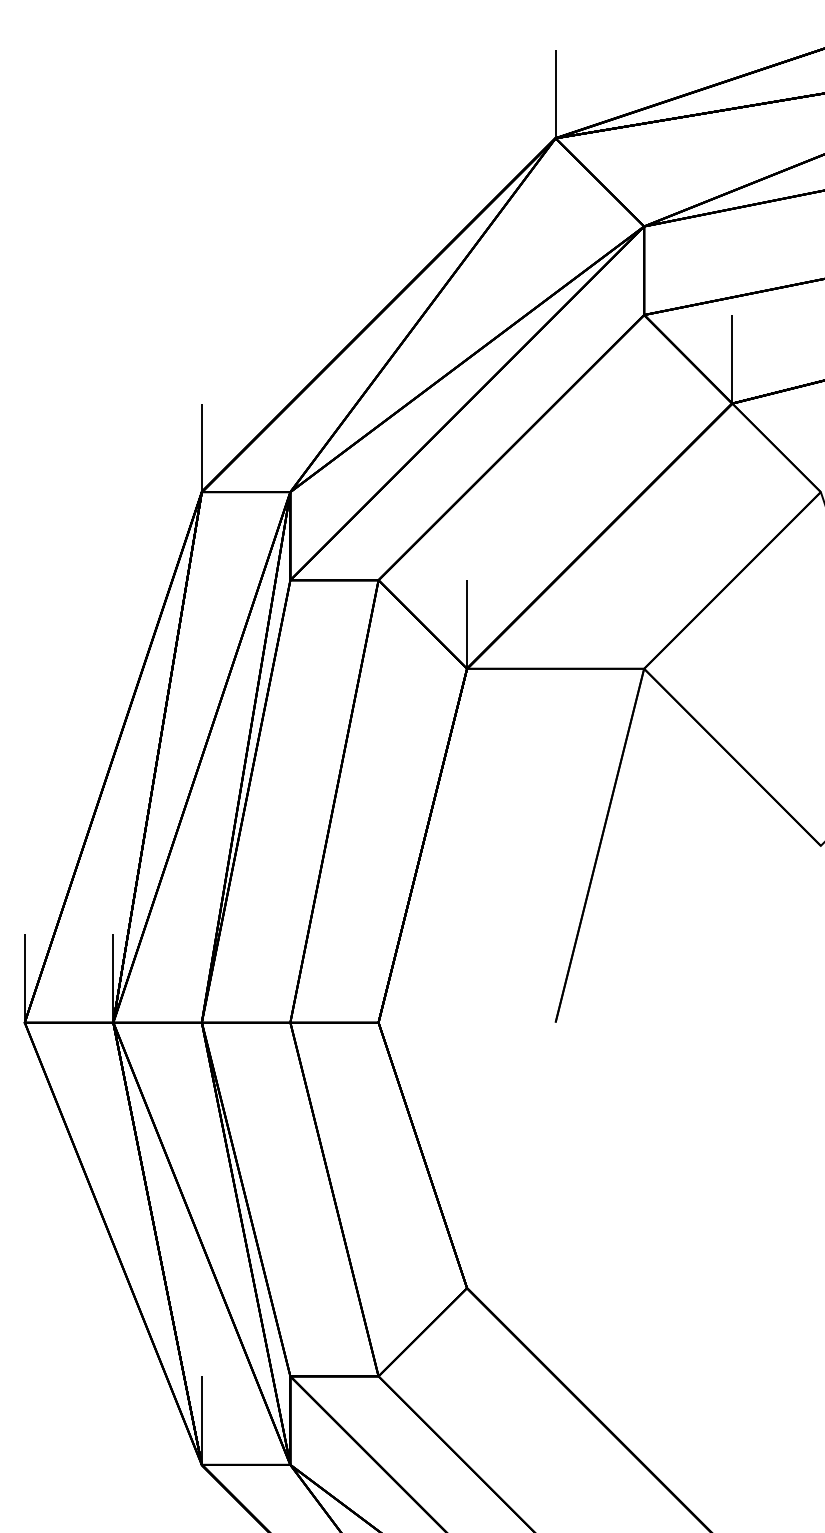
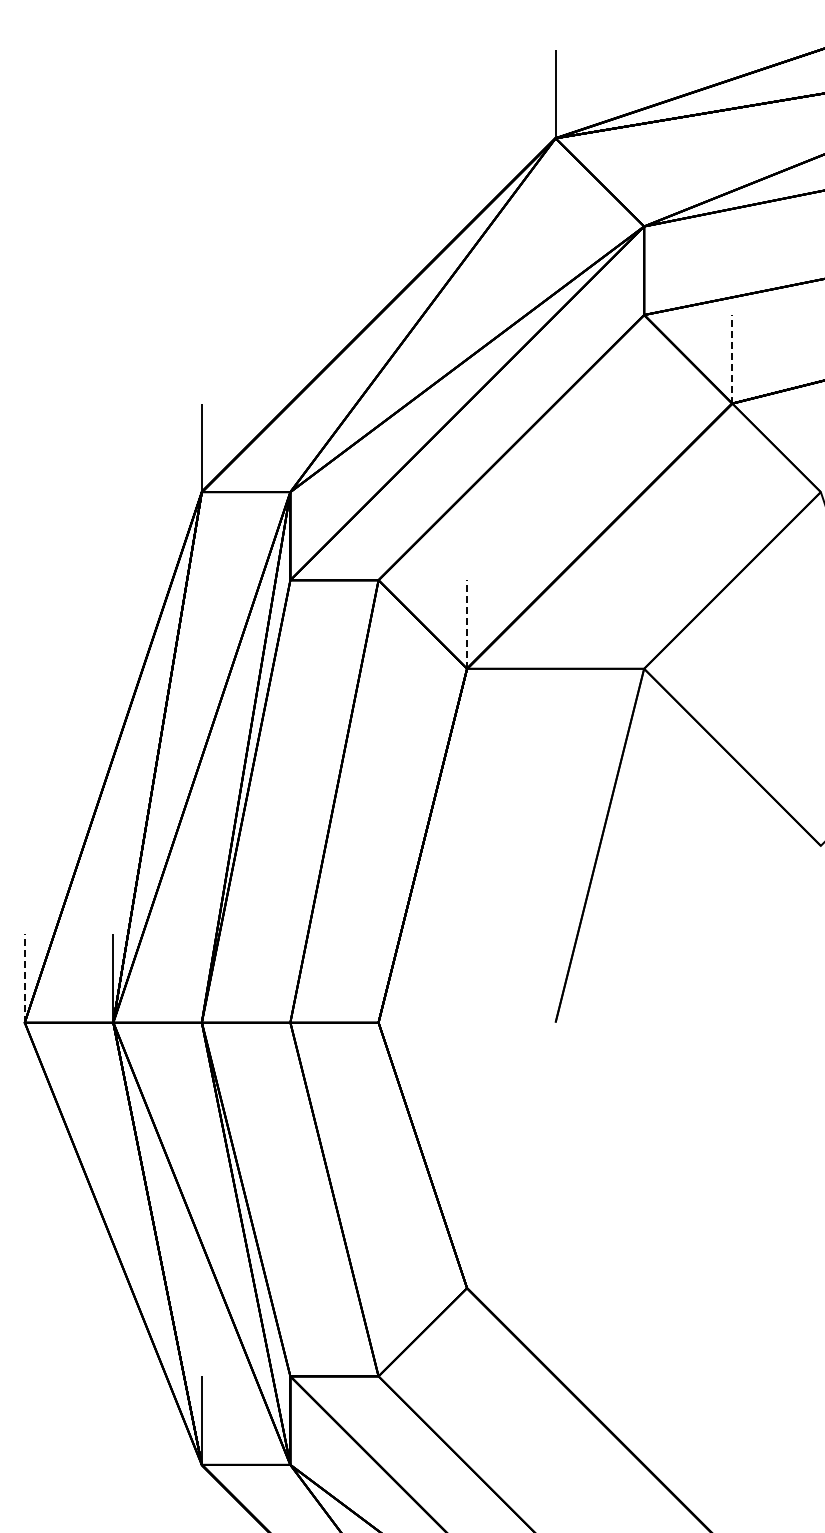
line at (732, 358): solid -> dashed
line at (467, 624): solid -> dashed
line at (24, 977): solid -> dashed
